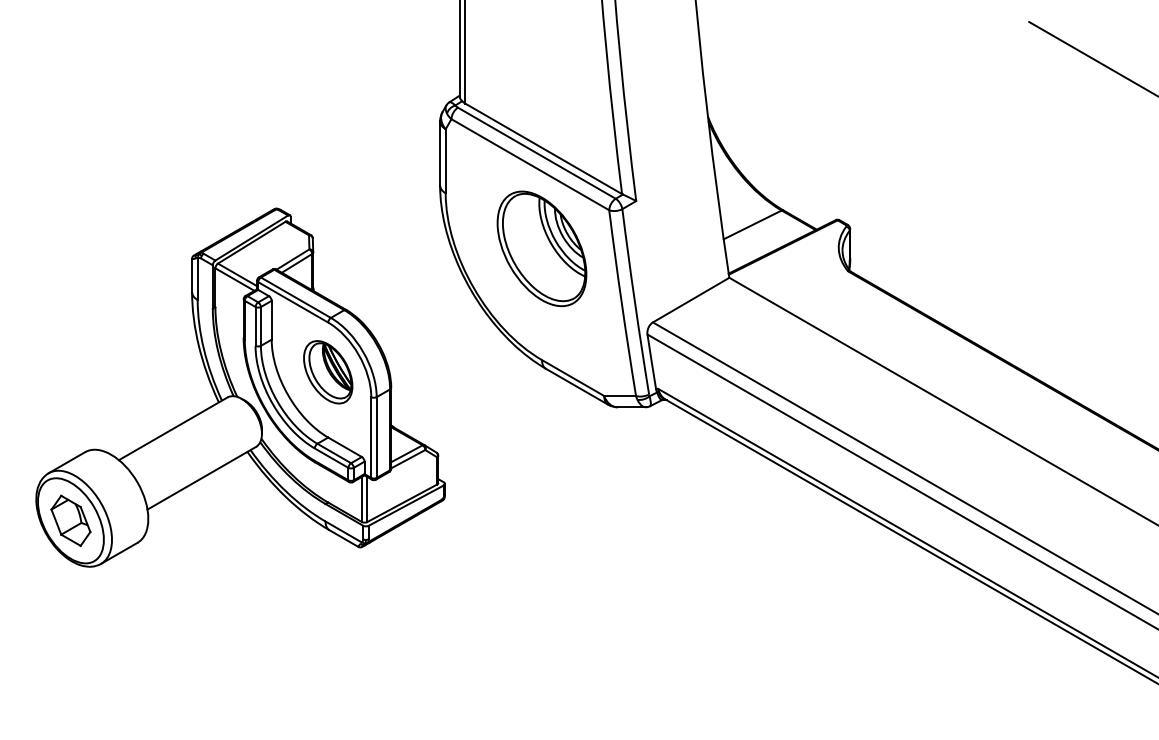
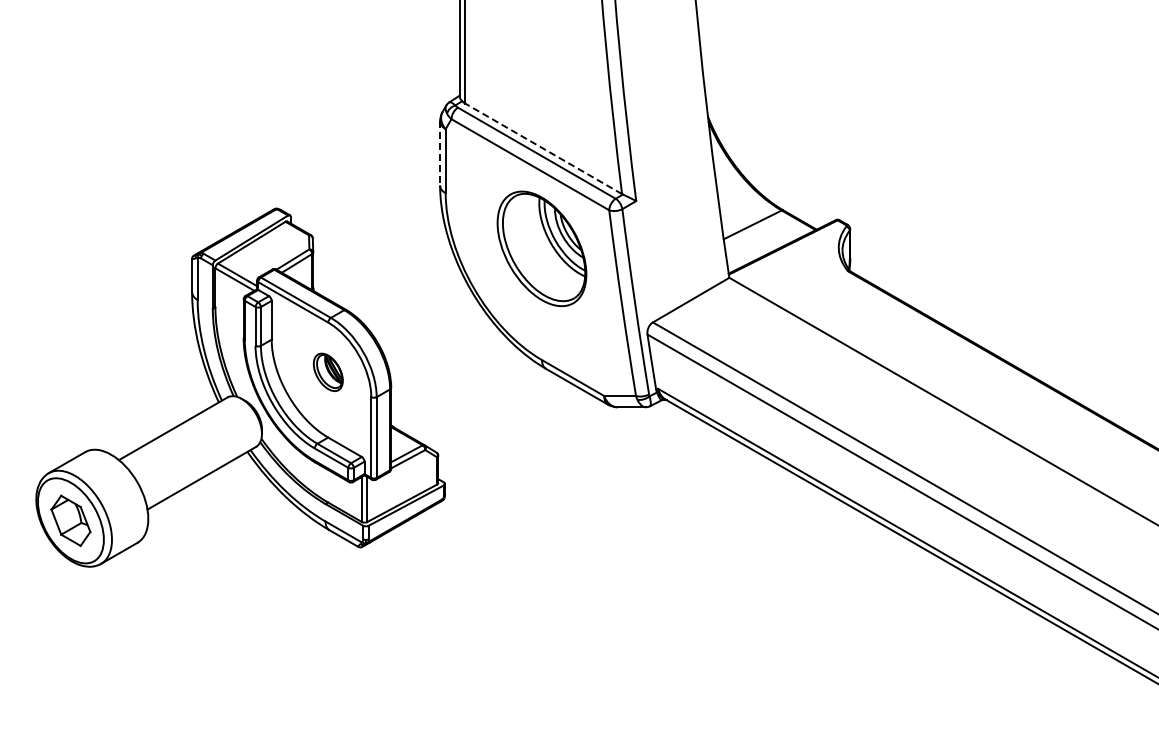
line at (1092, 58): present -> none
line at (543, 148): solid -> dashed
line at (440, 153): solid -> dashed
part at (328, 372) size: 51x65 px -> 31x40 px
